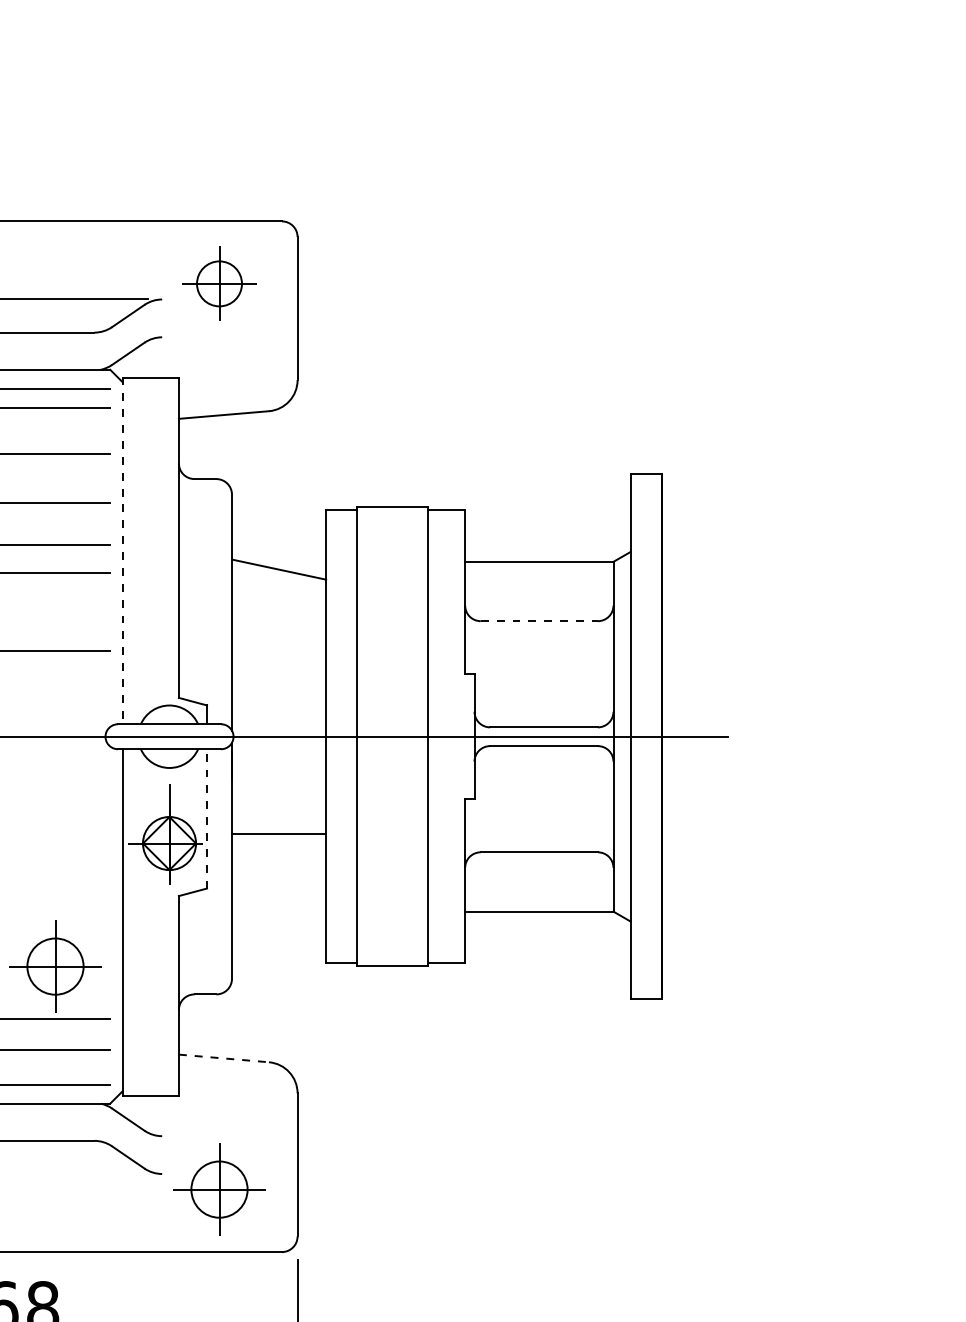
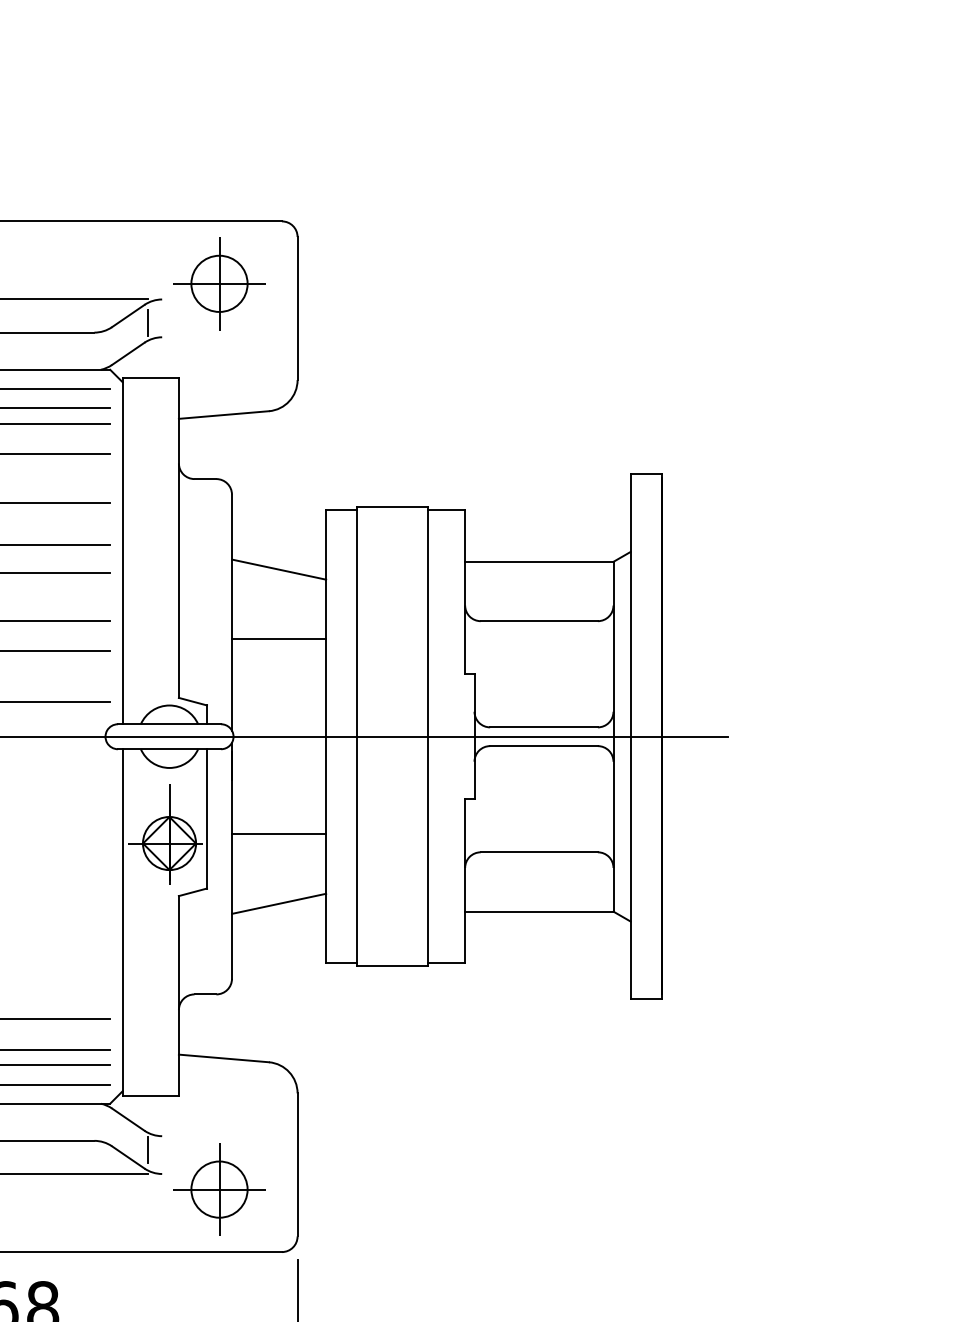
part at (219, 283) size: 75x75 px -> 93x94 px
line at (147, 323): none -> present
line at (56, 423): none -> present
line at (122, 551): dashed -> solid
line at (56, 620): none -> present
line at (539, 621): dashed -> solid
line at (279, 639): none -> present
line at (56, 702): none -> present
line at (207, 818): dashed -> solid
line at (279, 903): none -> present
part at (55, 966): present -> none
line at (224, 1058): dashed -> solid
line at (56, 1065): none -> present
line at (147, 1150): none -> present
line at (74, 1174): none -> present
